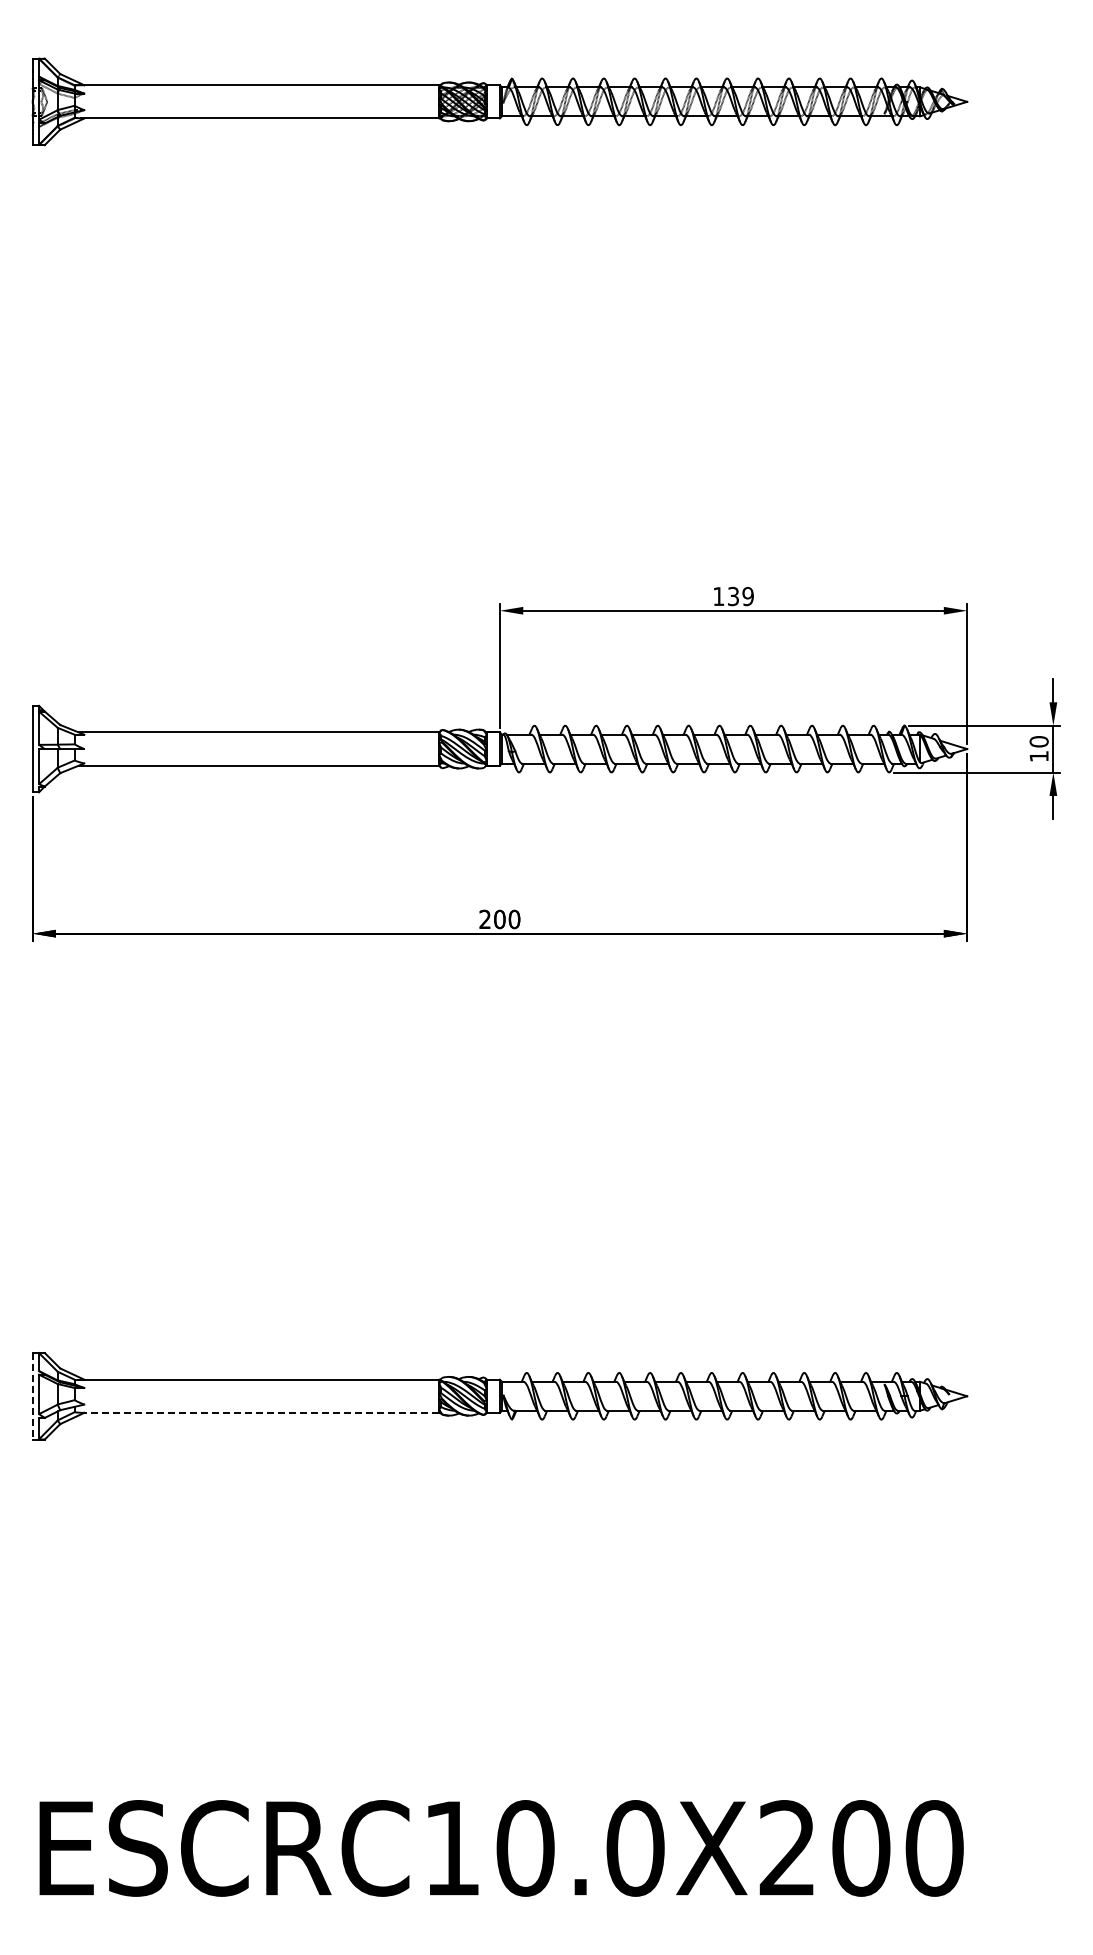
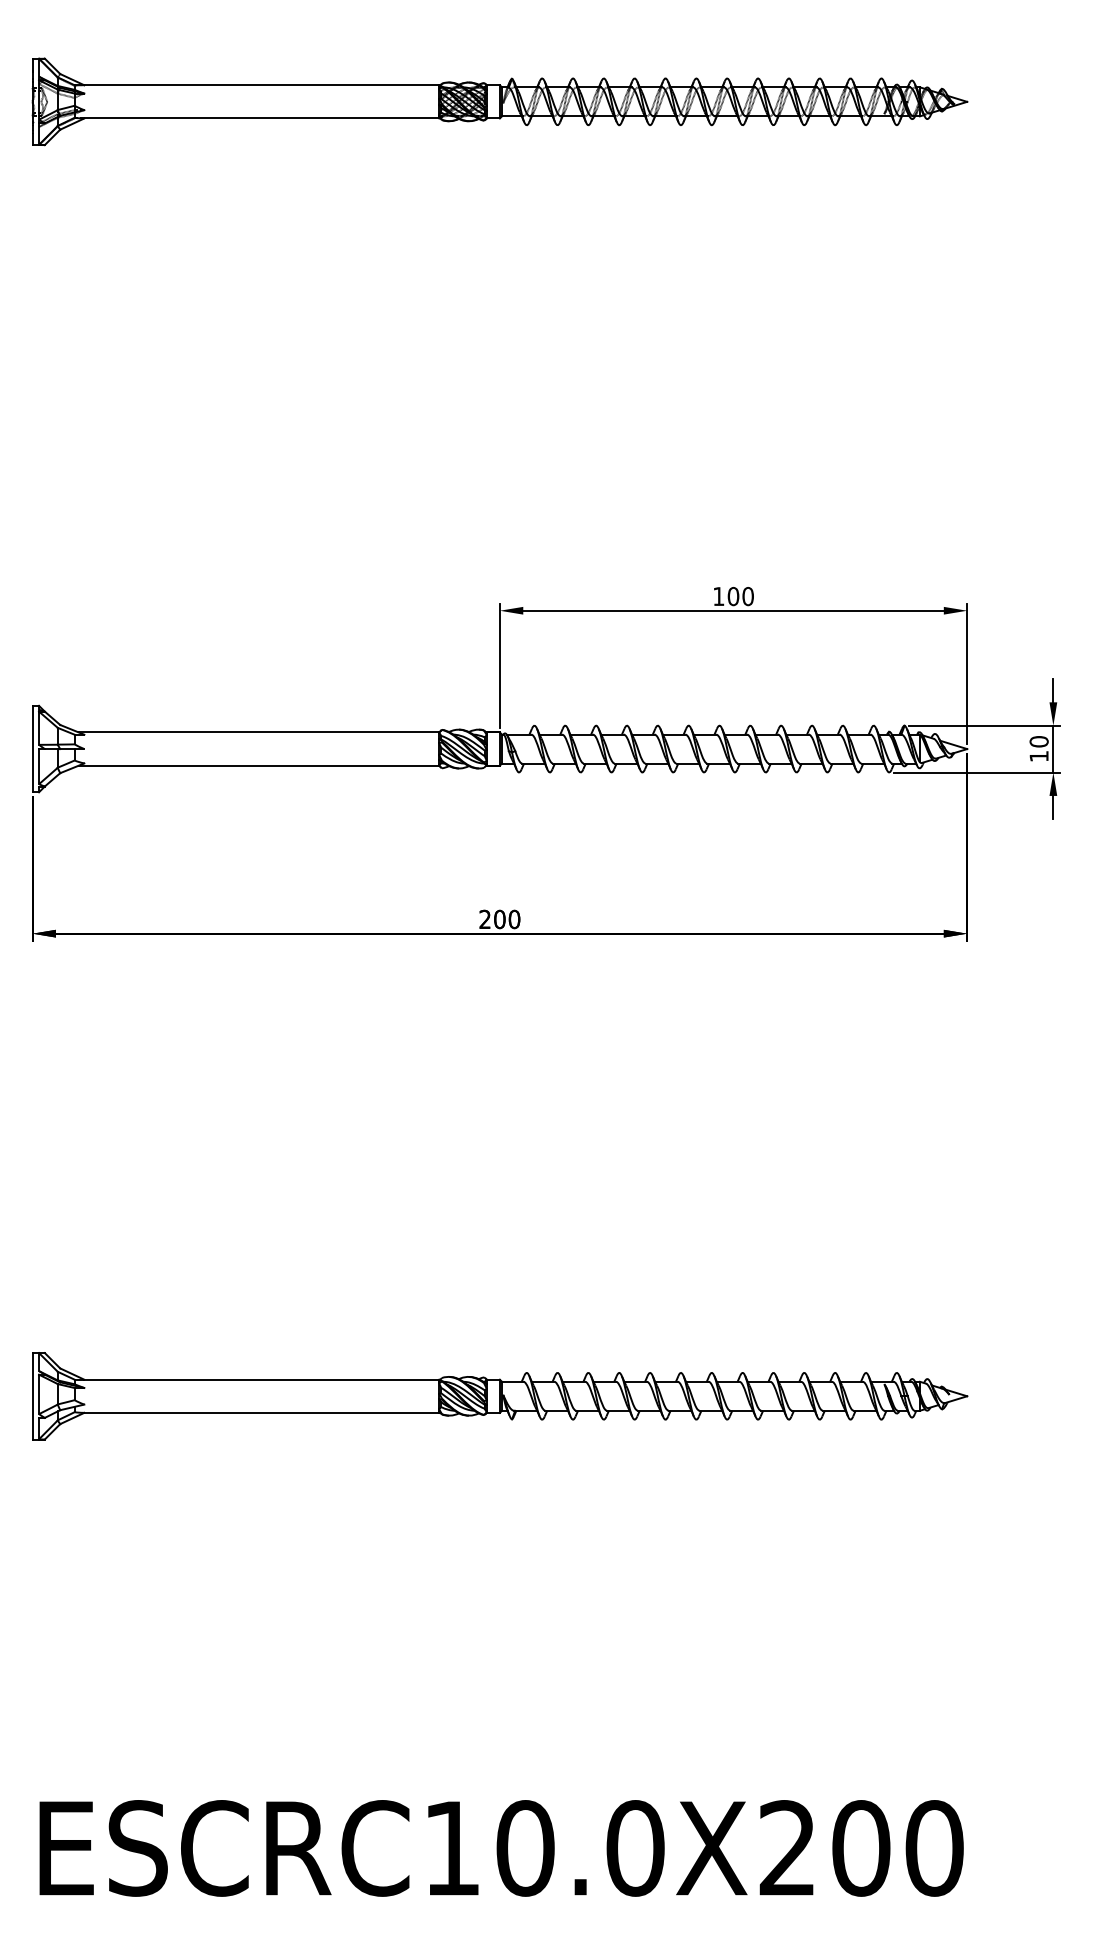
text at (740, 596): 139 -> 100
line at (32, 1396): dashed -> solid
line at (261, 1412): dashed -> solid
